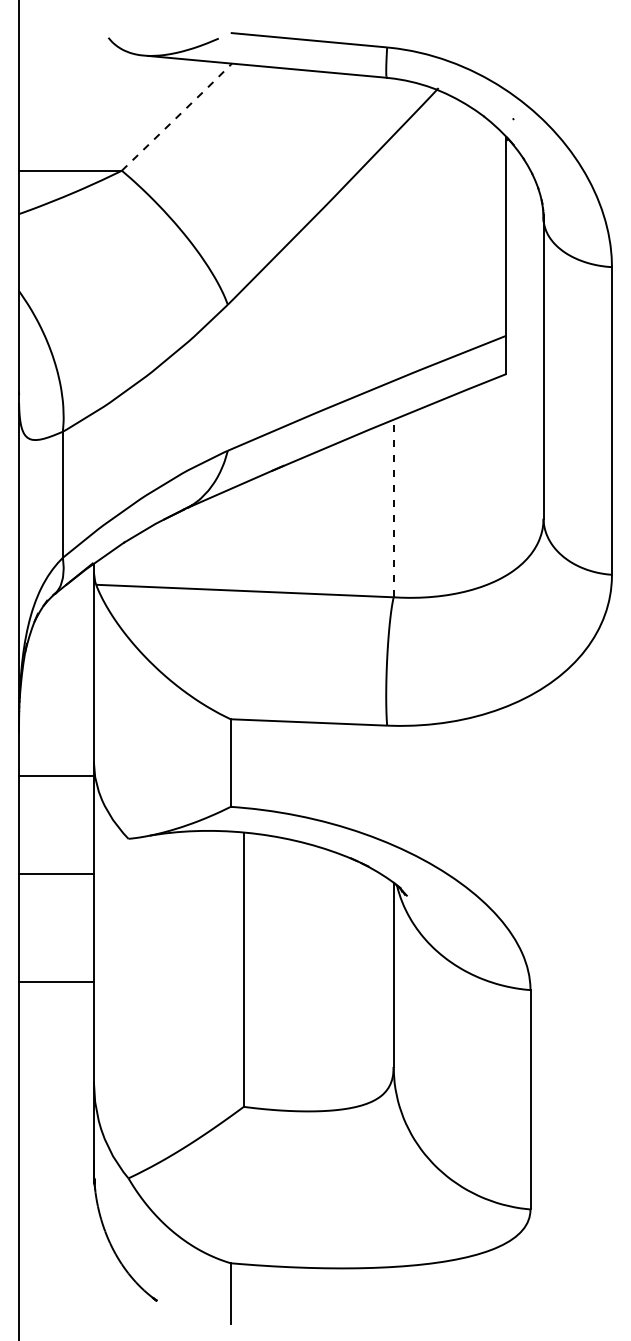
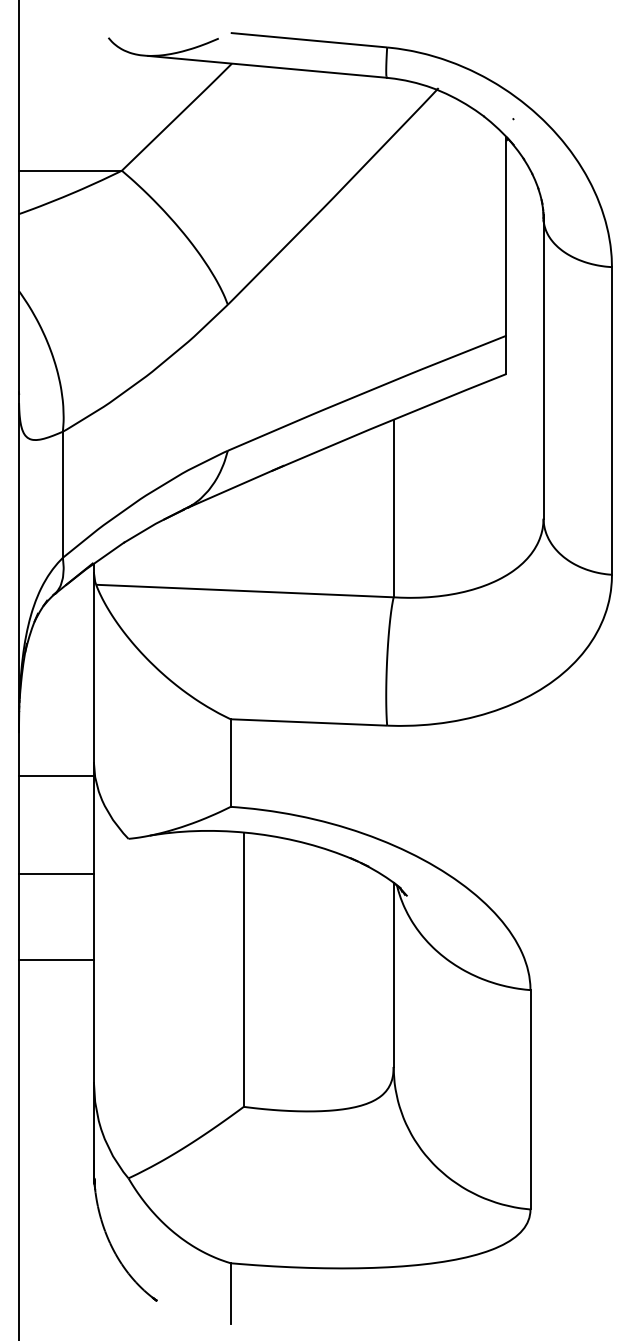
line at (178, 115): dashed -> solid
line at (393, 508): dashed -> solid
line at (56, 981) position: (56, 981) -> (56, 959)
